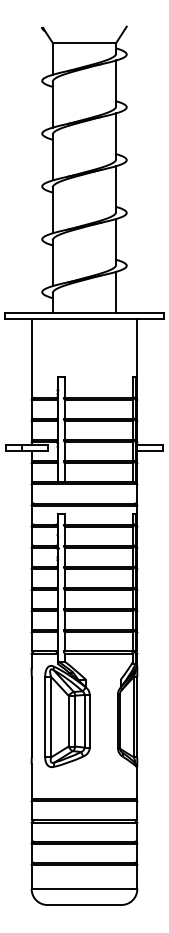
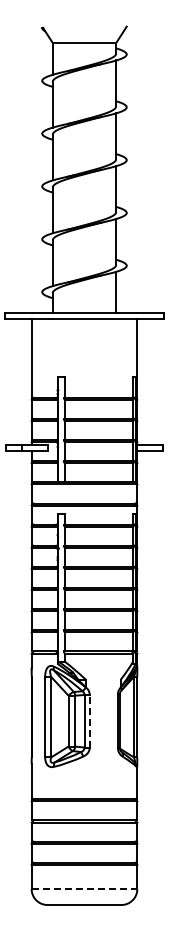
line at (89, 720): solid -> dashed
line at (84, 889): solid -> dashed
